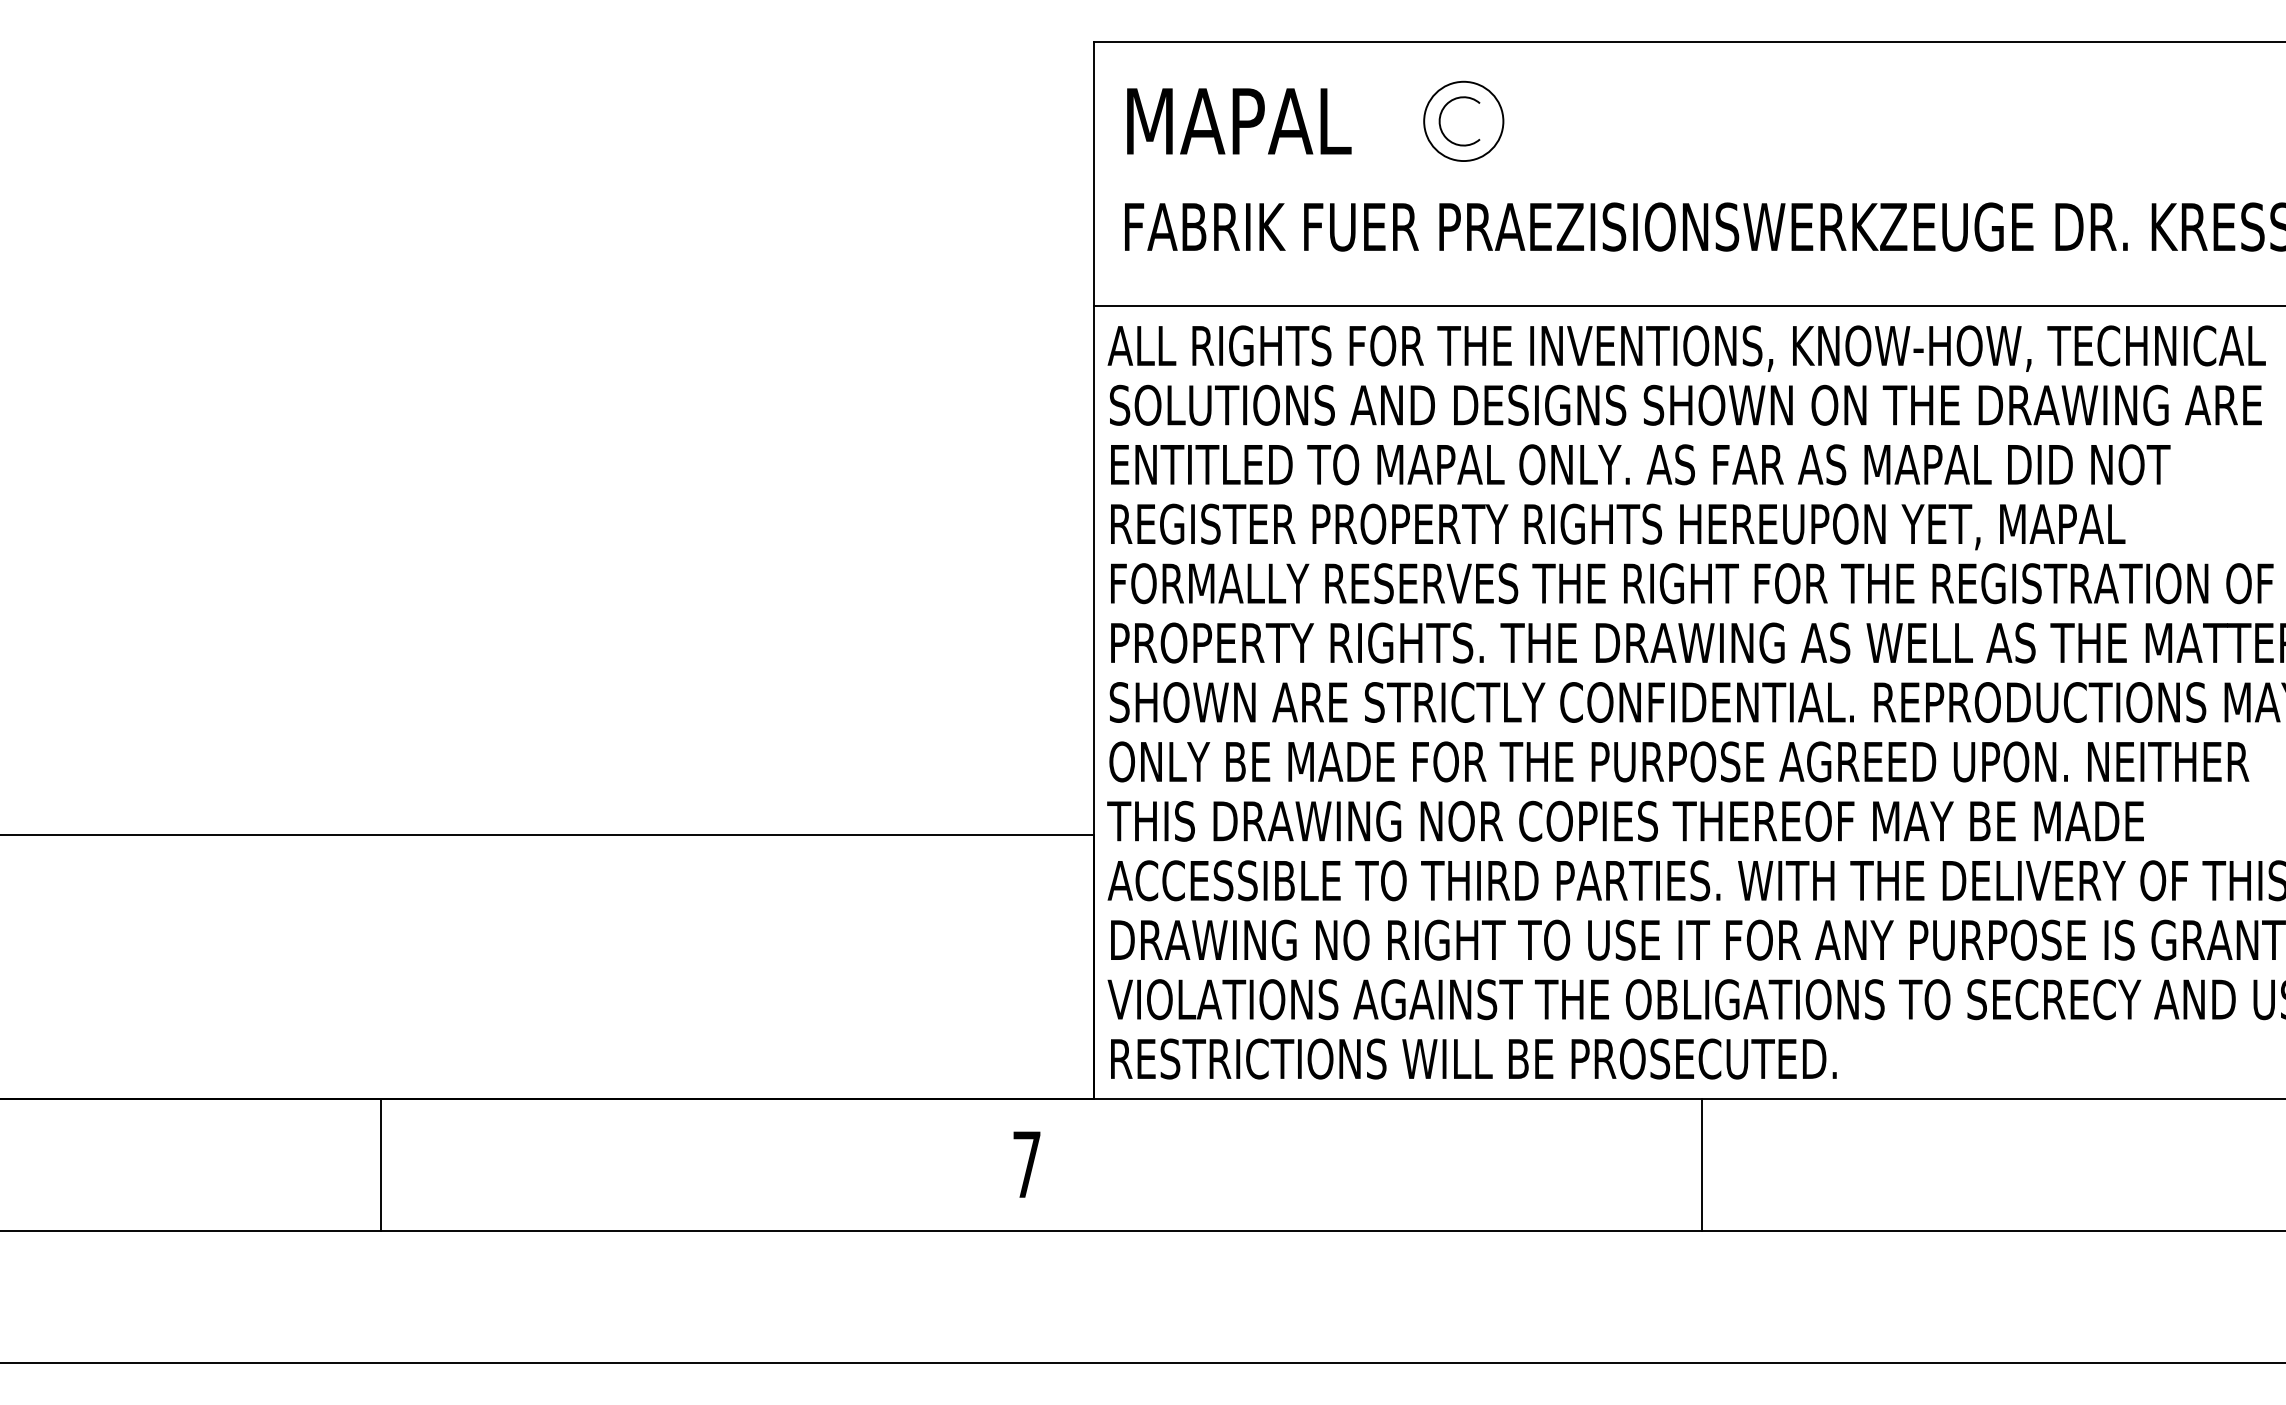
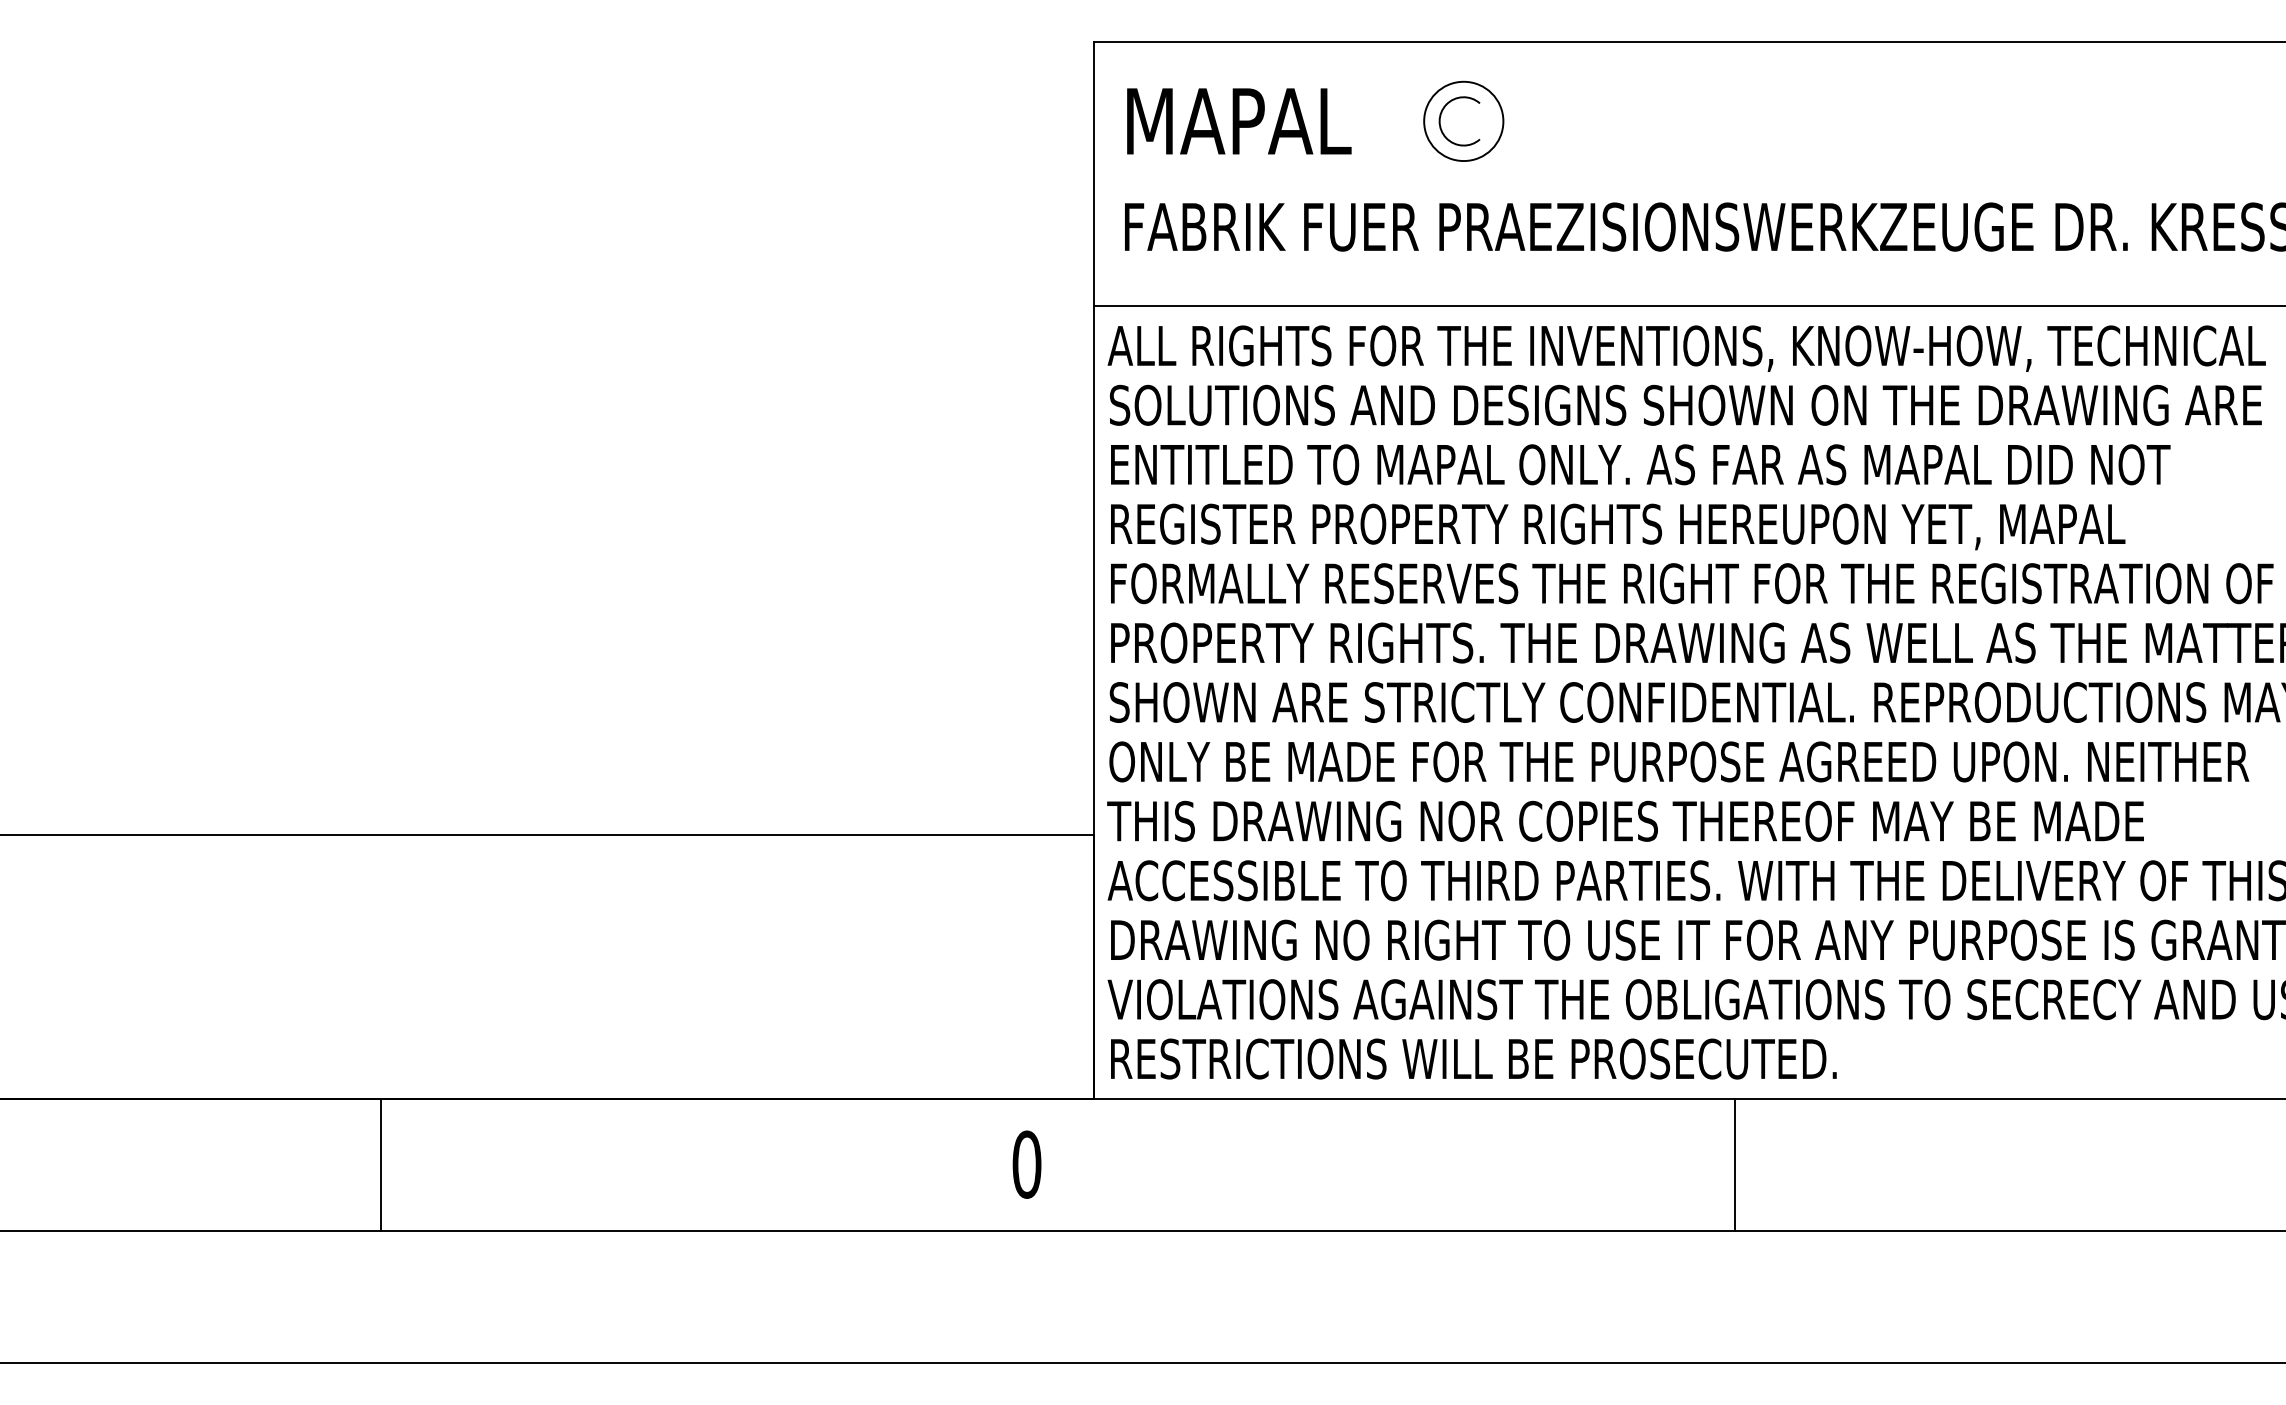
text at (1026, 1164): 7 -> 0
line at (1701, 1164) position: (1701, 1164) -> (1734, 1164)
